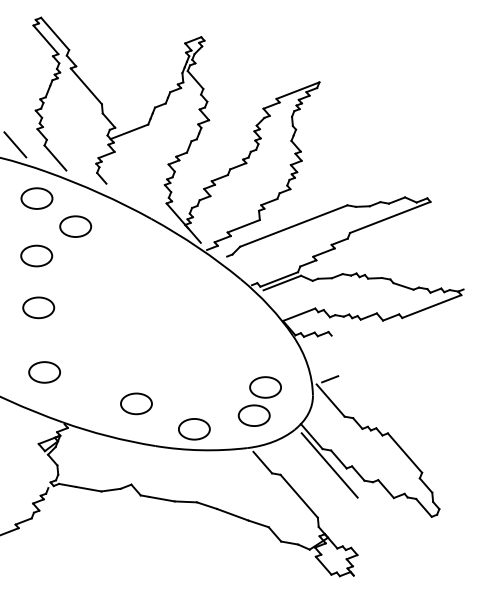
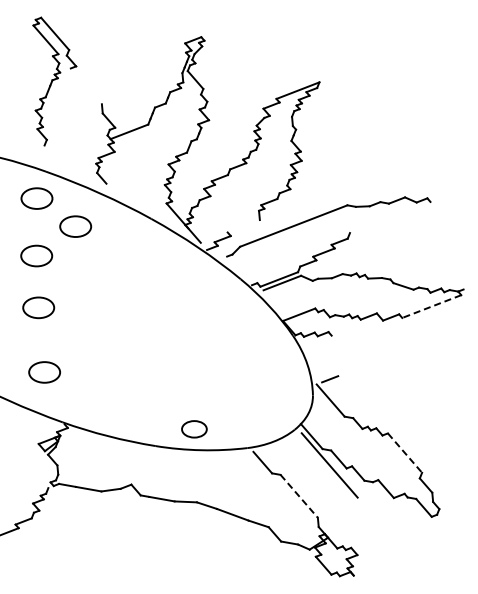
line at (85, 86): present -> none
line at (15, 144): present -> none
line at (55, 157): present -> none
line at (390, 217): present -> none
line at (243, 226): present -> none
line at (431, 306): solid -> dashed
part at (259, 401): present -> none
part at (136, 403): present -> none
part at (194, 429) size: 33x23 px -> 27x19 px
line at (405, 453): solid -> dashed
line at (299, 496): solid -> dashed
